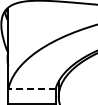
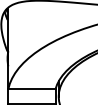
line at (31, 89): dashed -> solid
